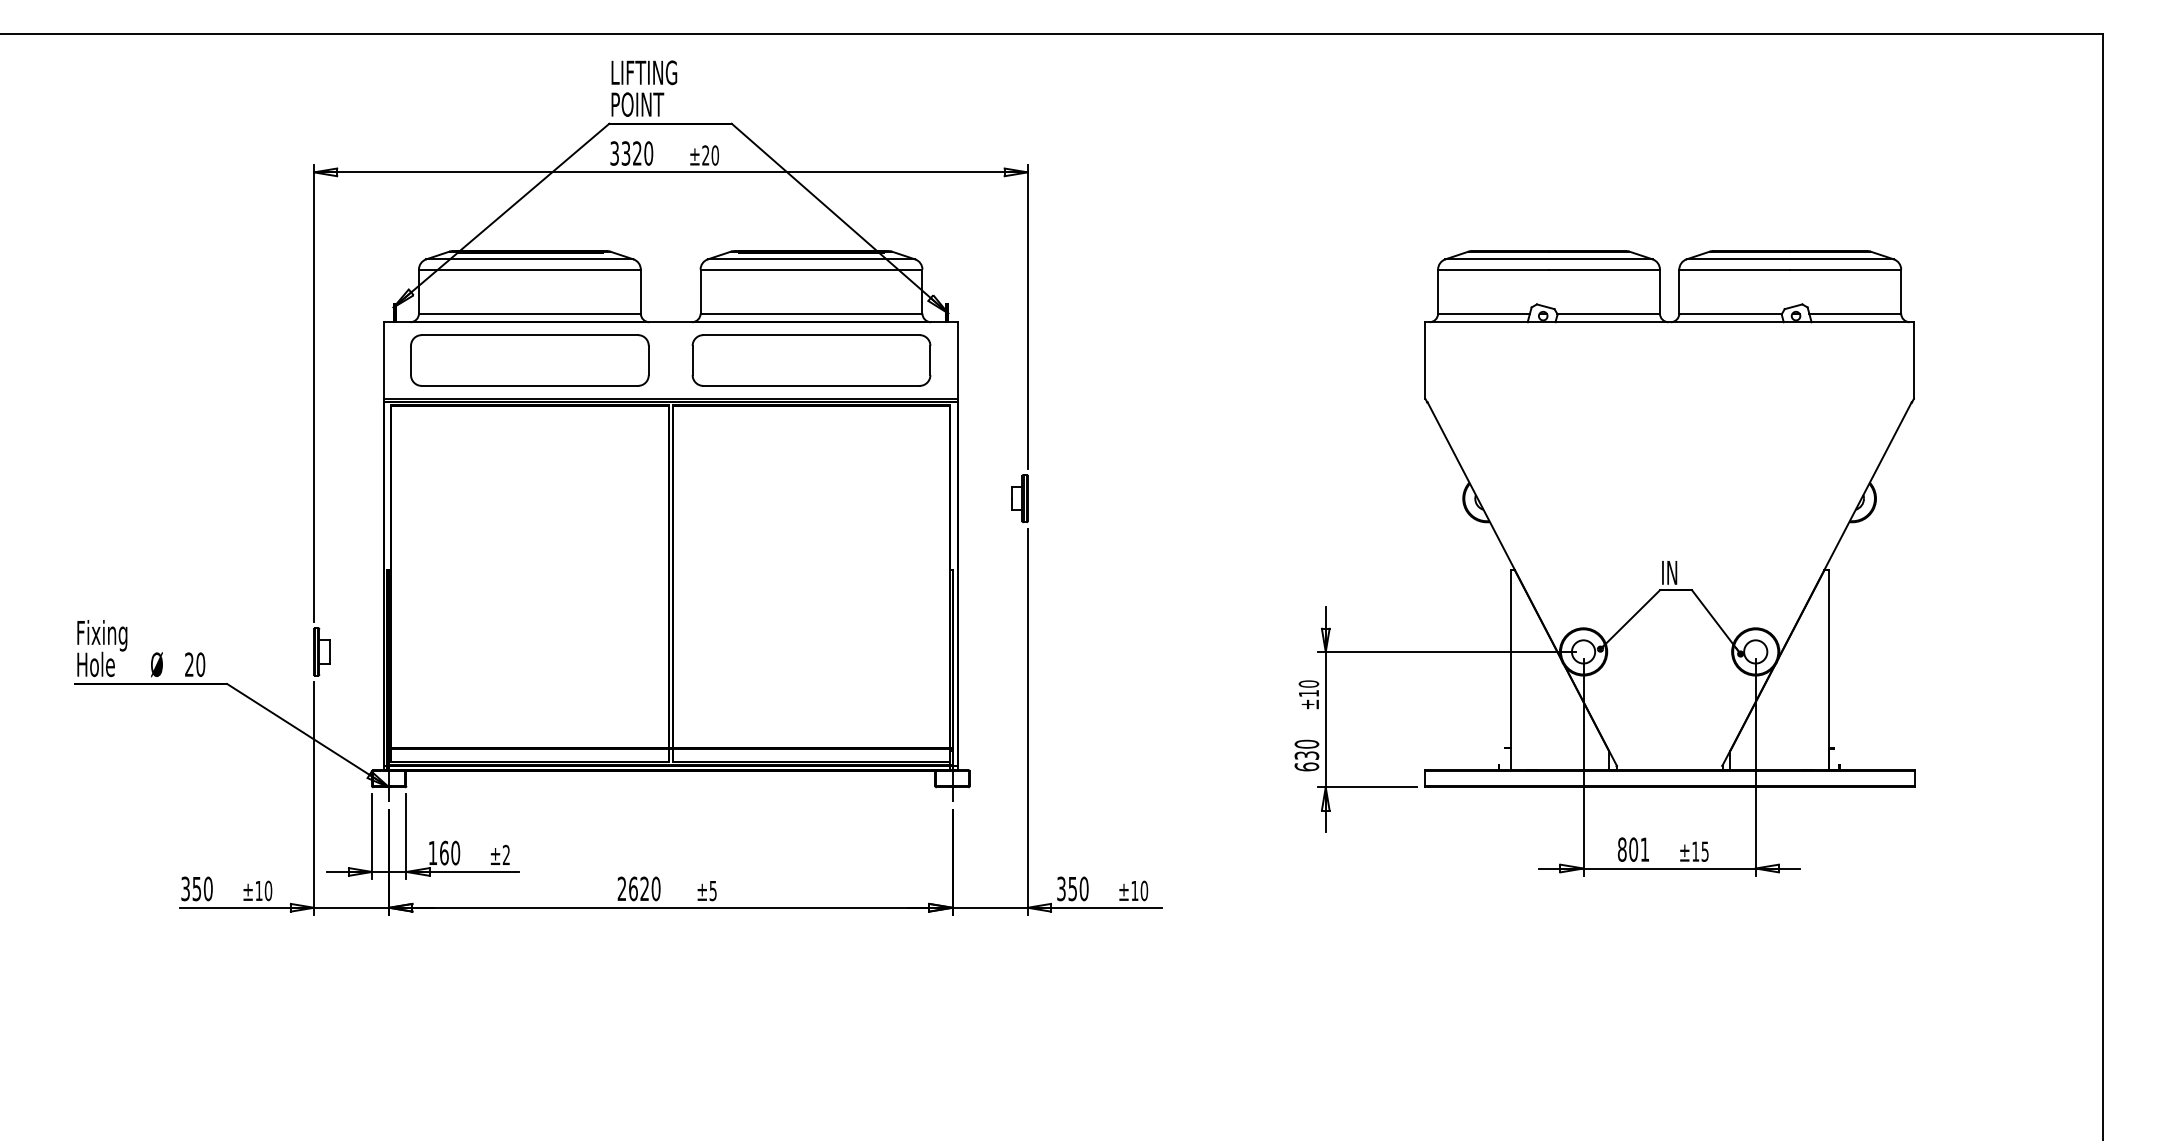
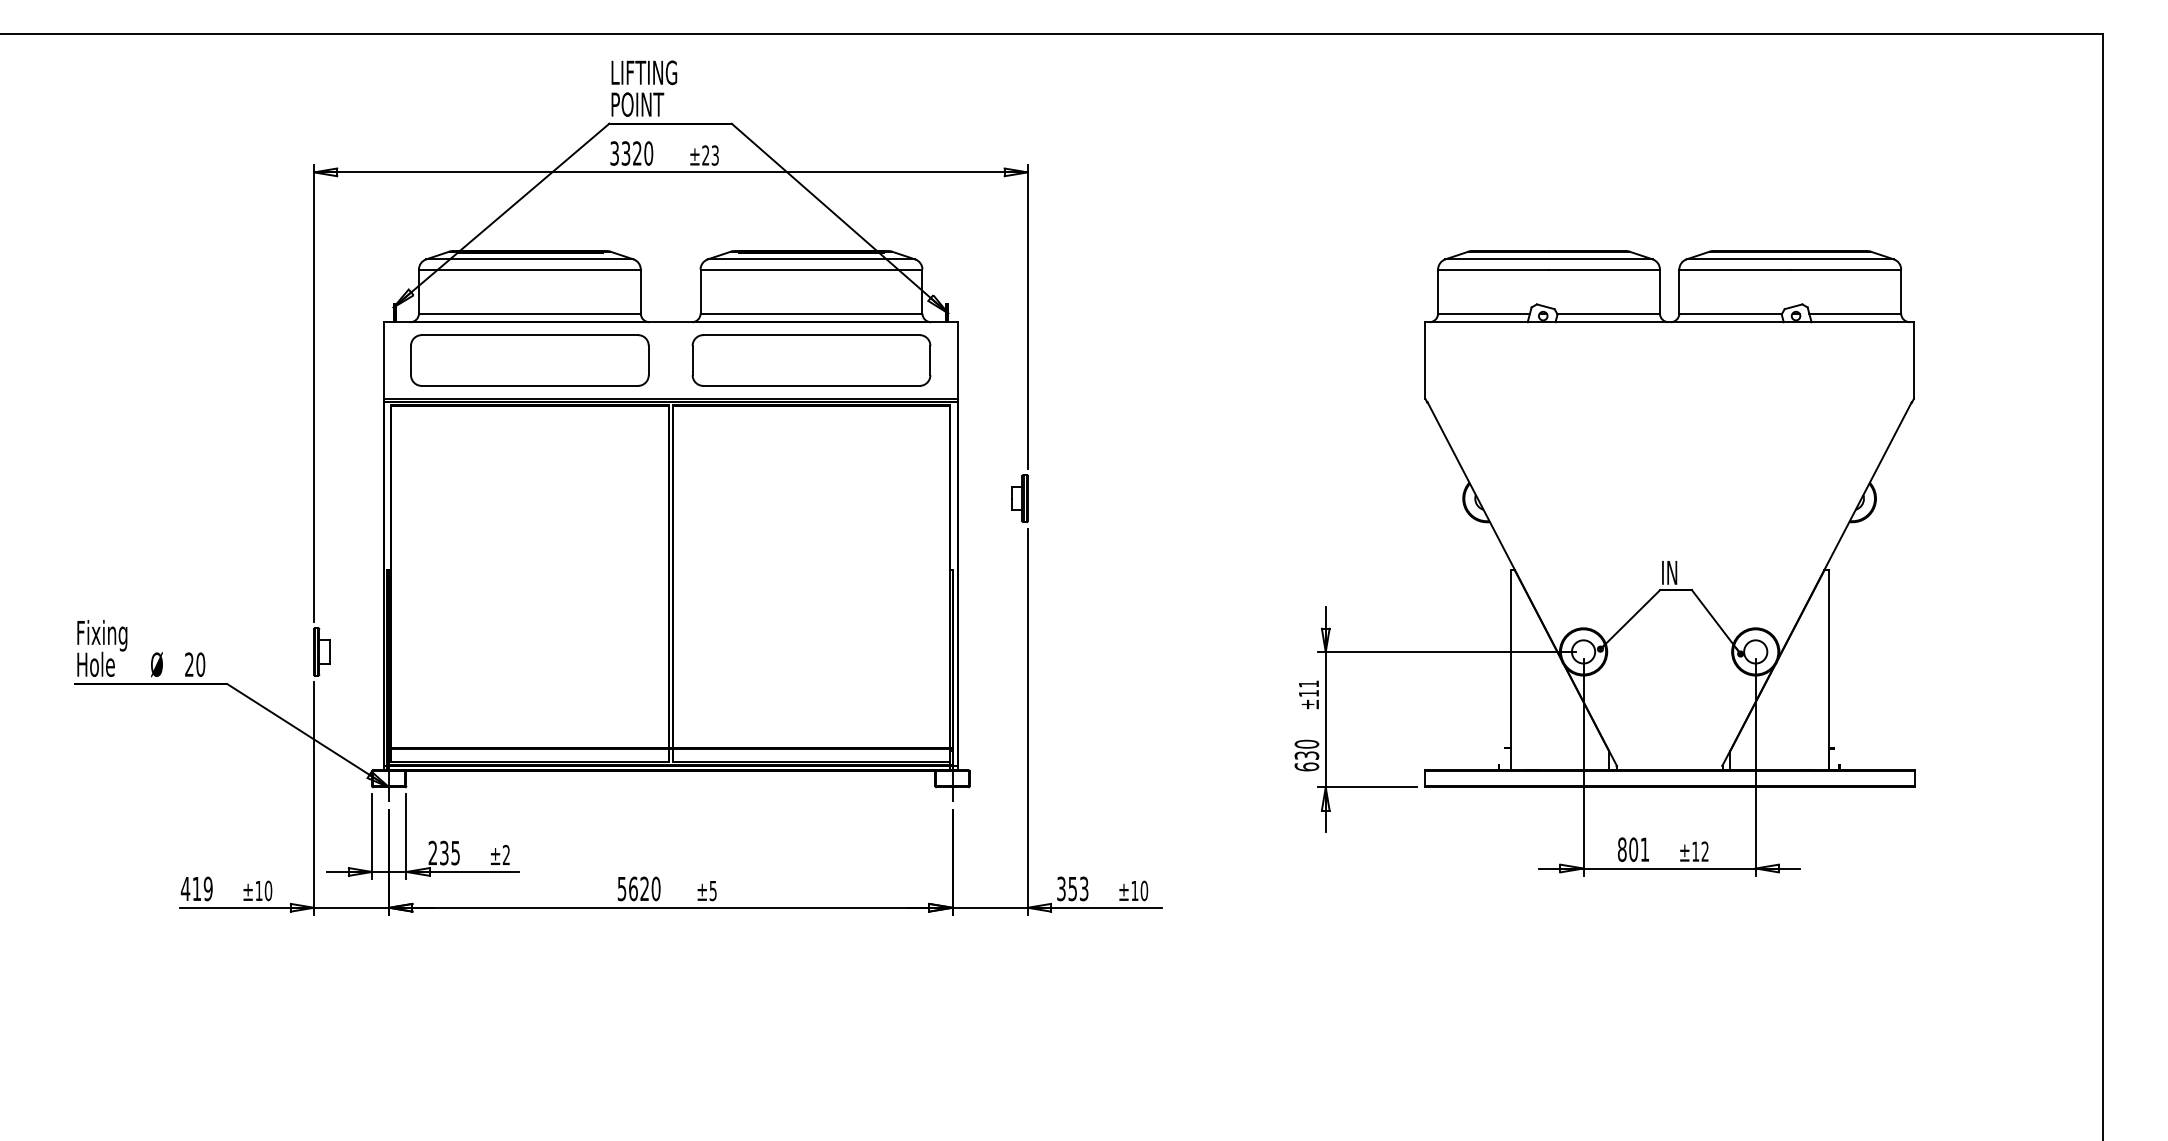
text at (714, 155): ±20 -> ±23
text at (1308, 683): ±10 -> ±11
text at (1704, 851): ±15 -> ±12
text at (444, 852): 160 -> 235
text at (196, 888): 350 -> 419
text at (621, 888): 2620 -> 5620
text at (1083, 888): 350 -> 353
